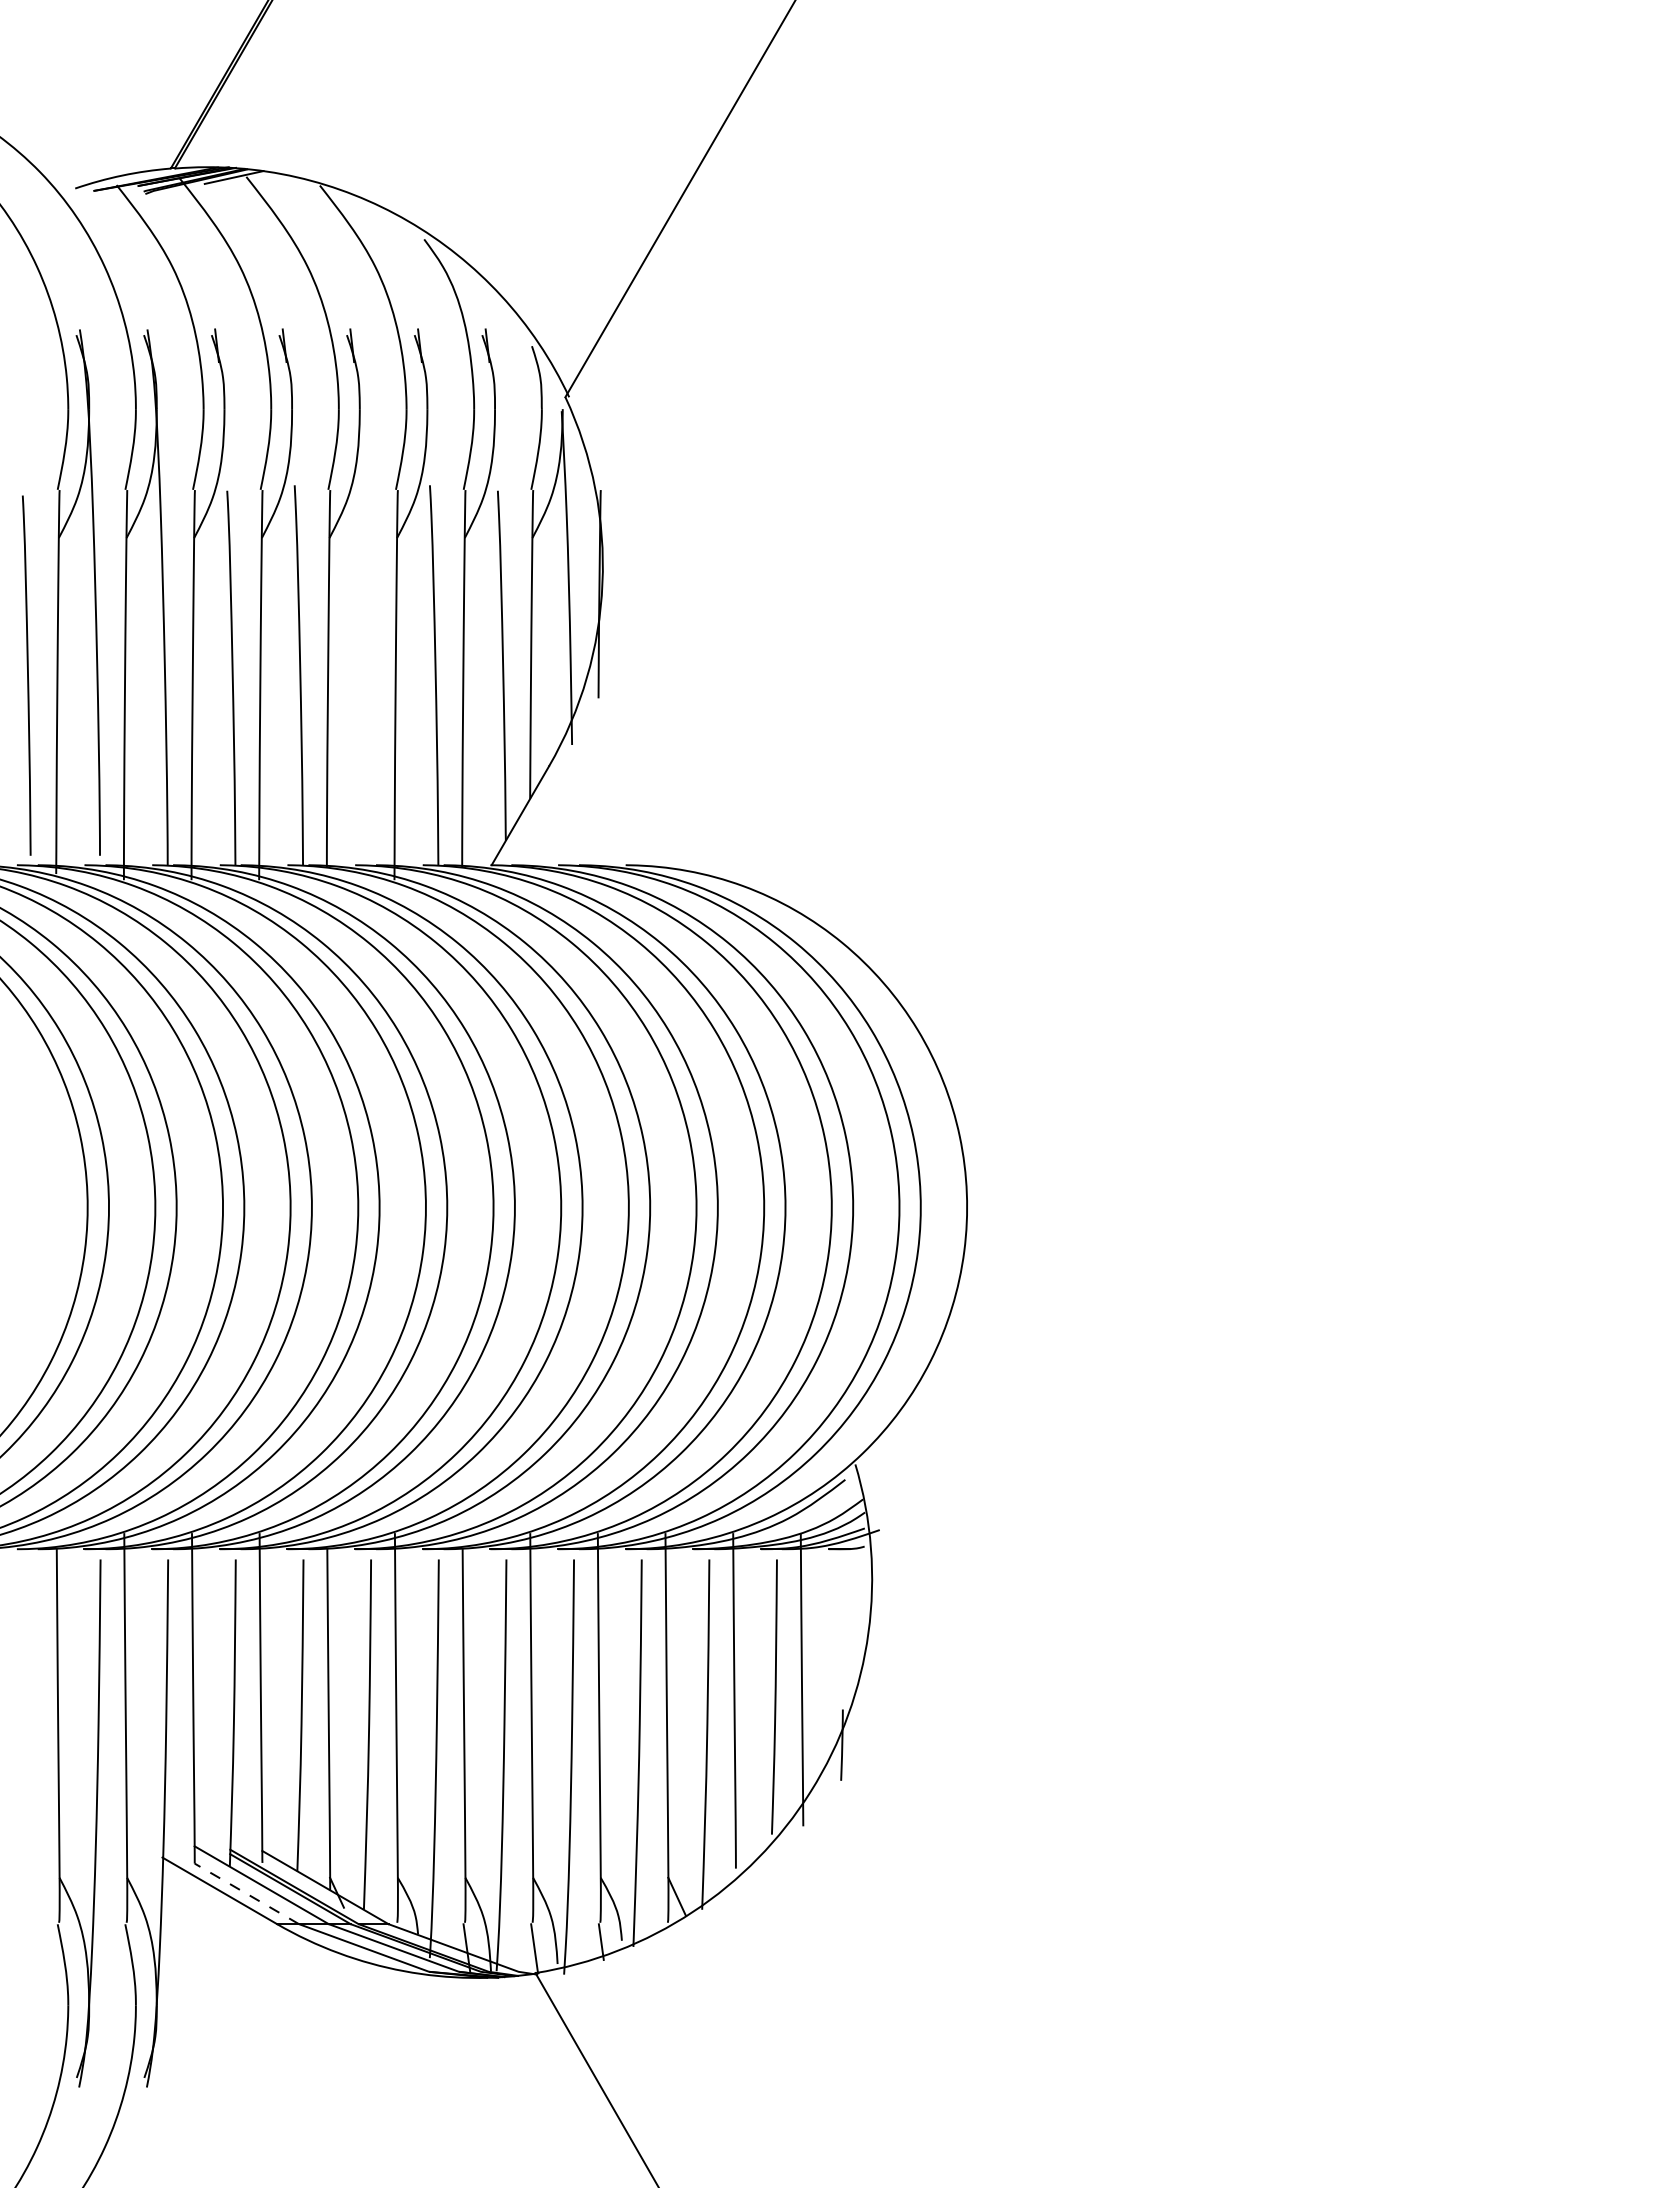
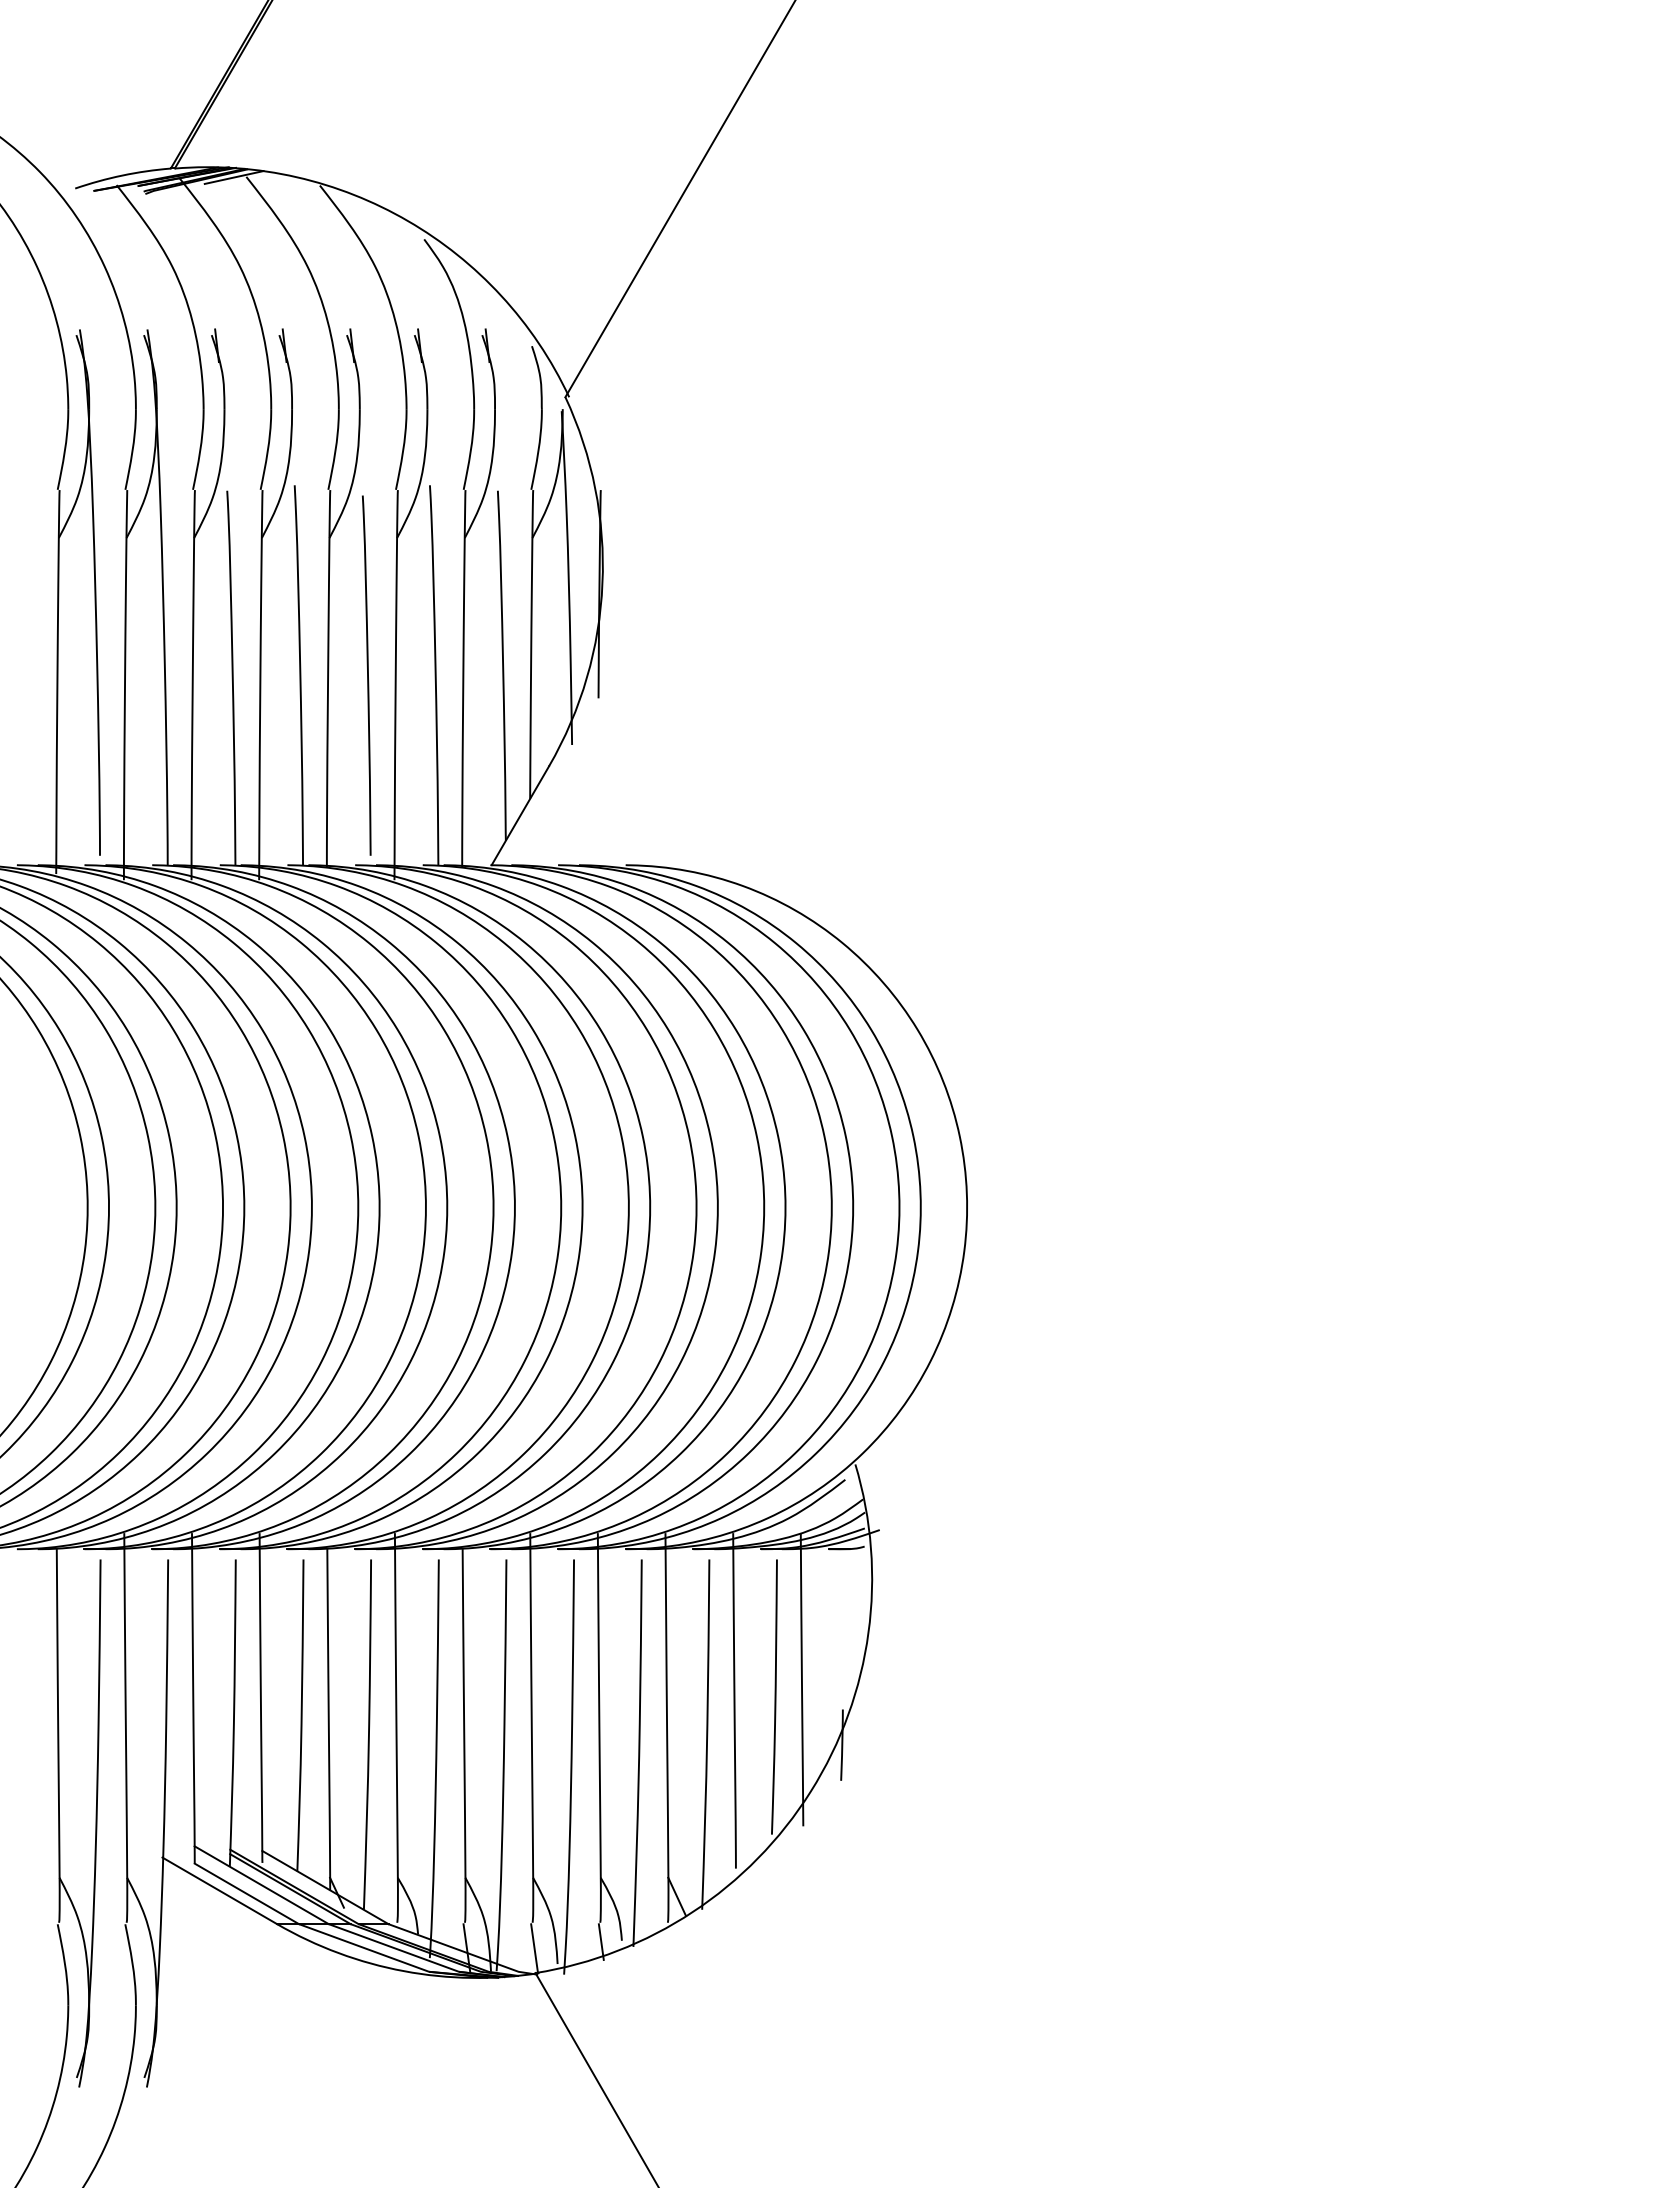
curve at (27, 675) position: (27, 675) -> (367, 675)
line at (246, 1893): dashed -> solid
